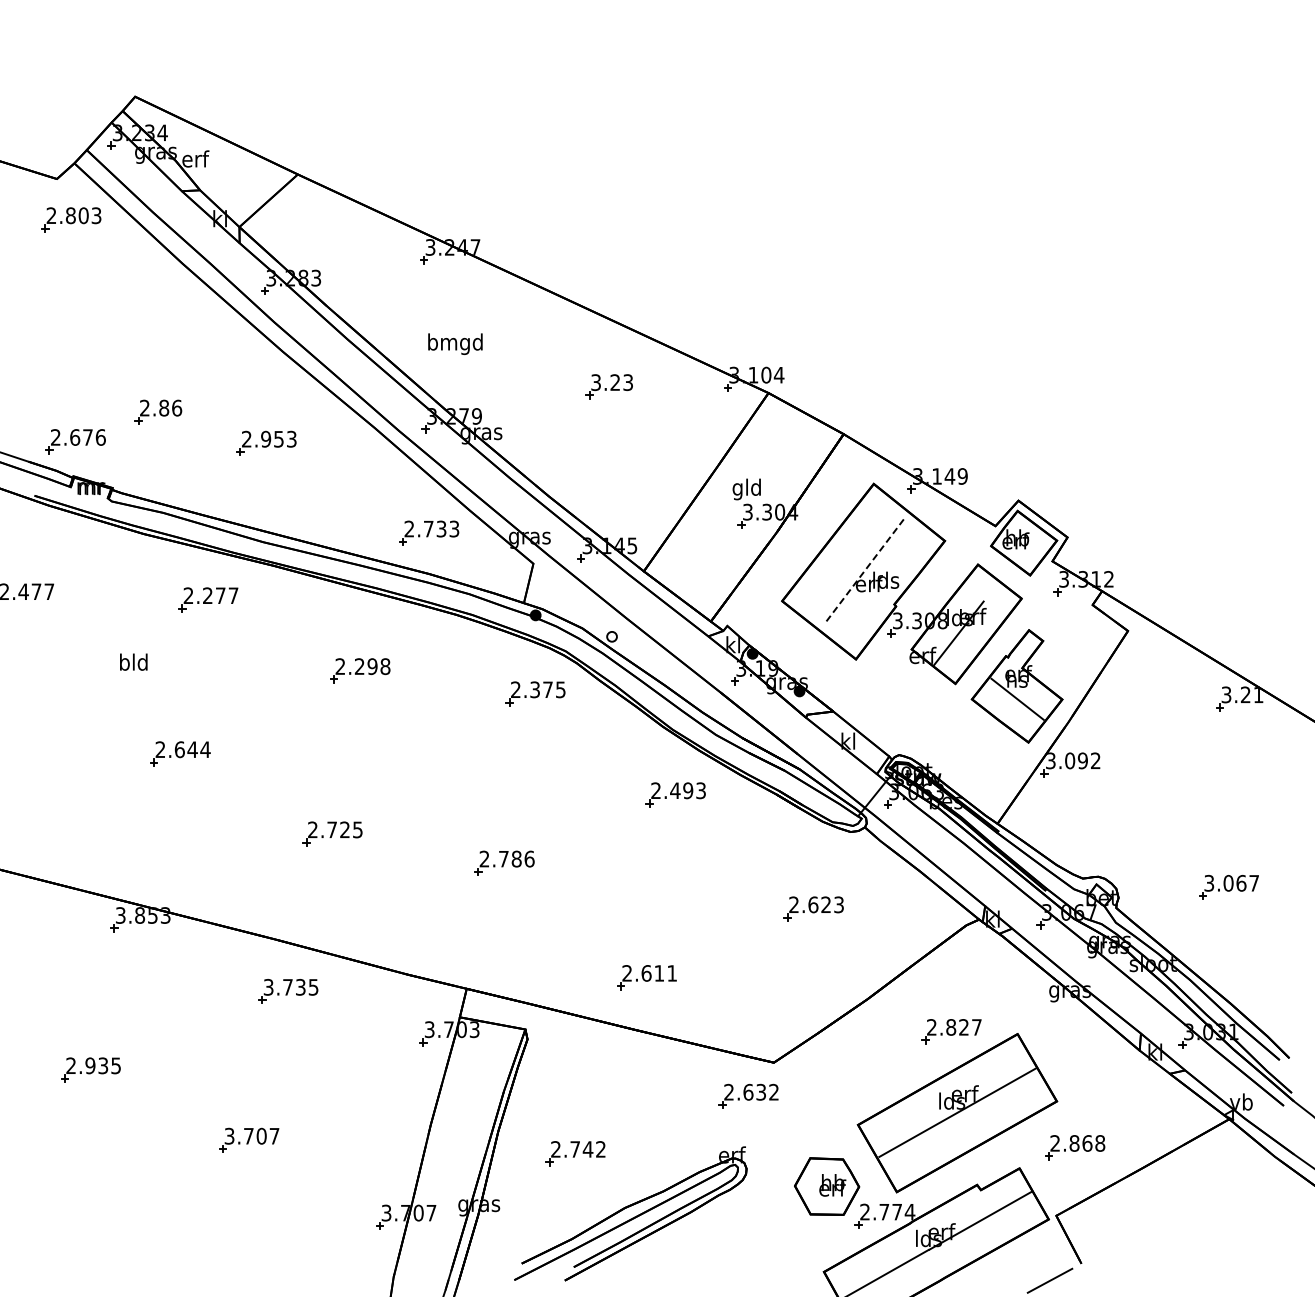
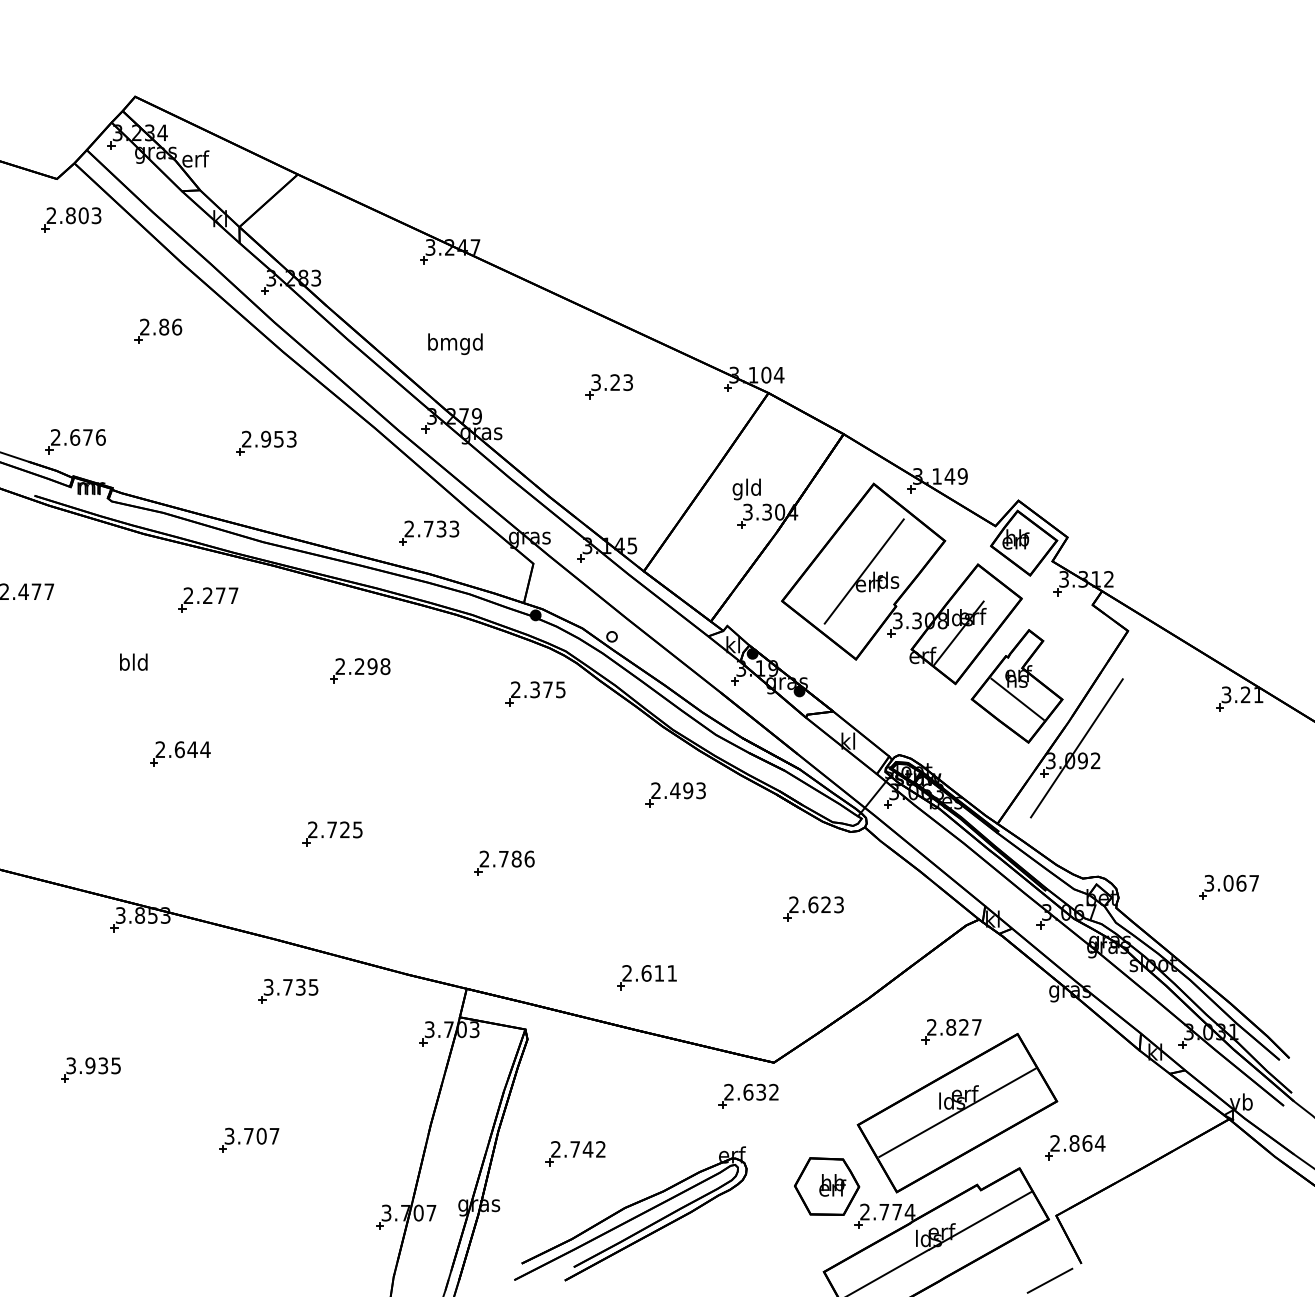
part at (158, 411) position: (158, 411) -> (158, 330)
line at (864, 571): dashed -> solid
line at (1076, 748): none -> present
text at (70, 1065): 2.935 -> 3.935
text at (1099, 1143): 2.868 -> 2.864
